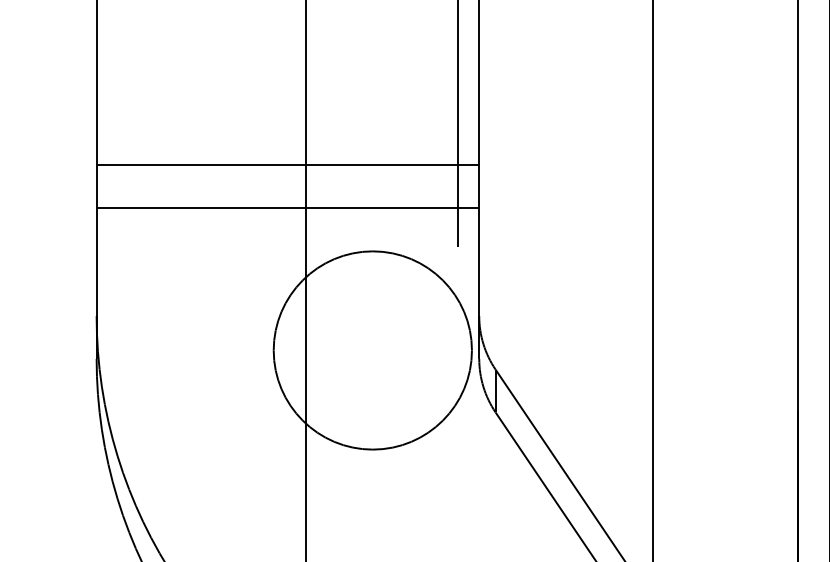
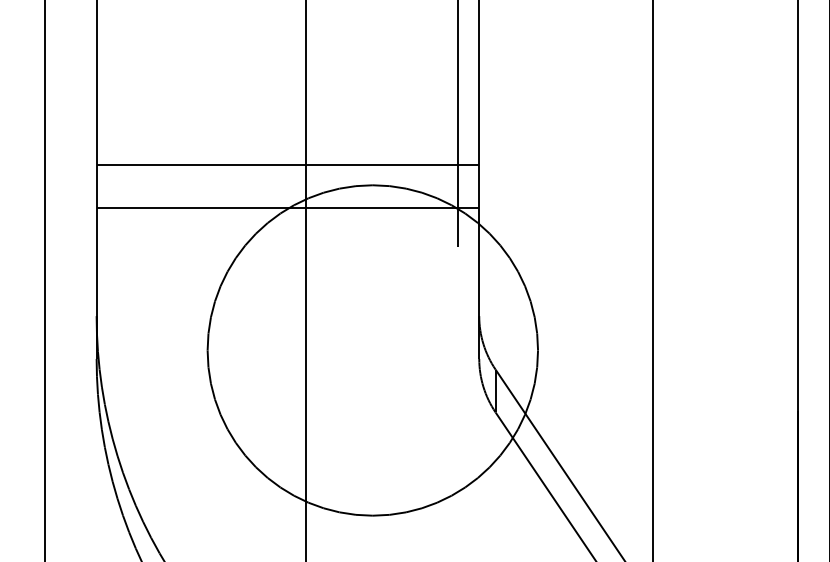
line at (45, 280): none -> present
circle at (372, 350) diameter: 198 px -> 330 px
